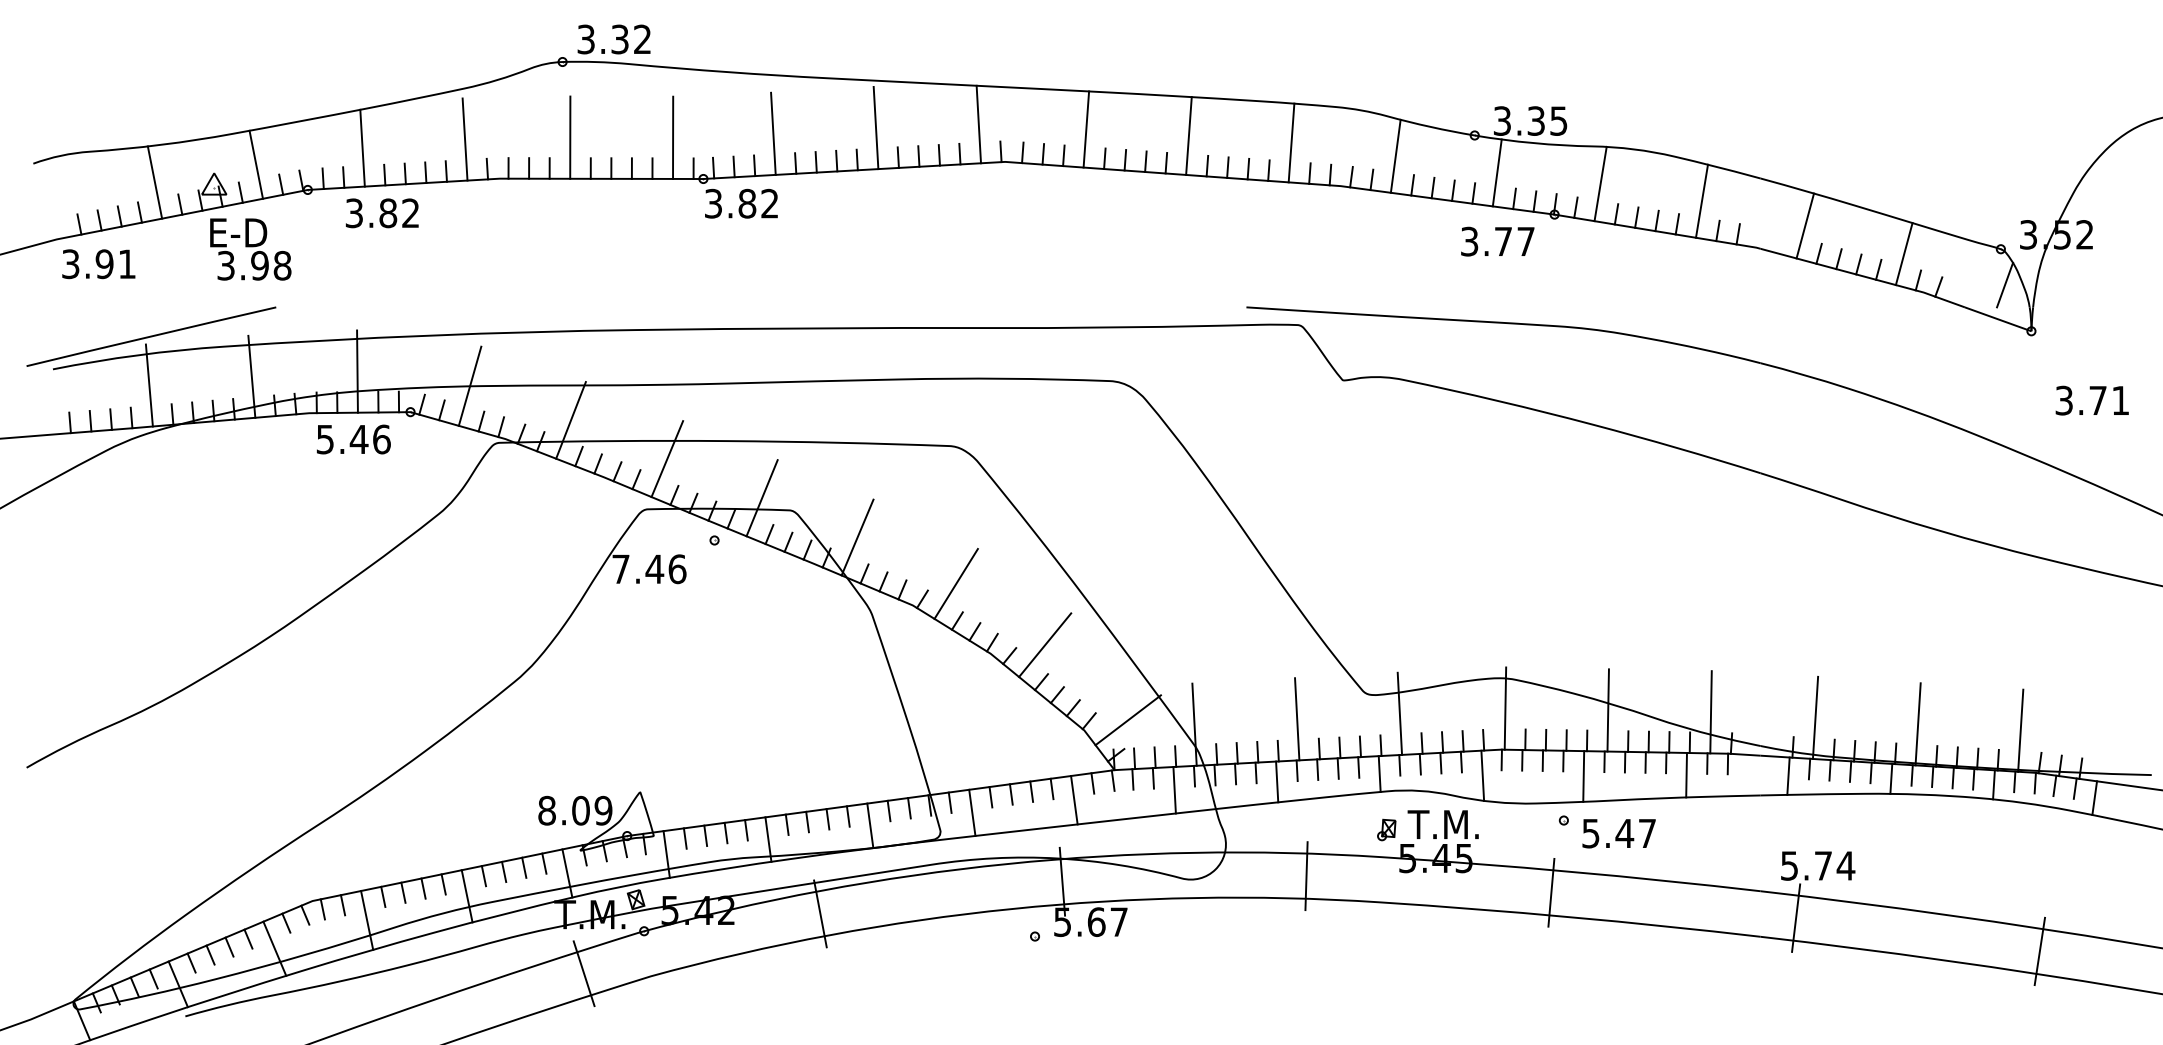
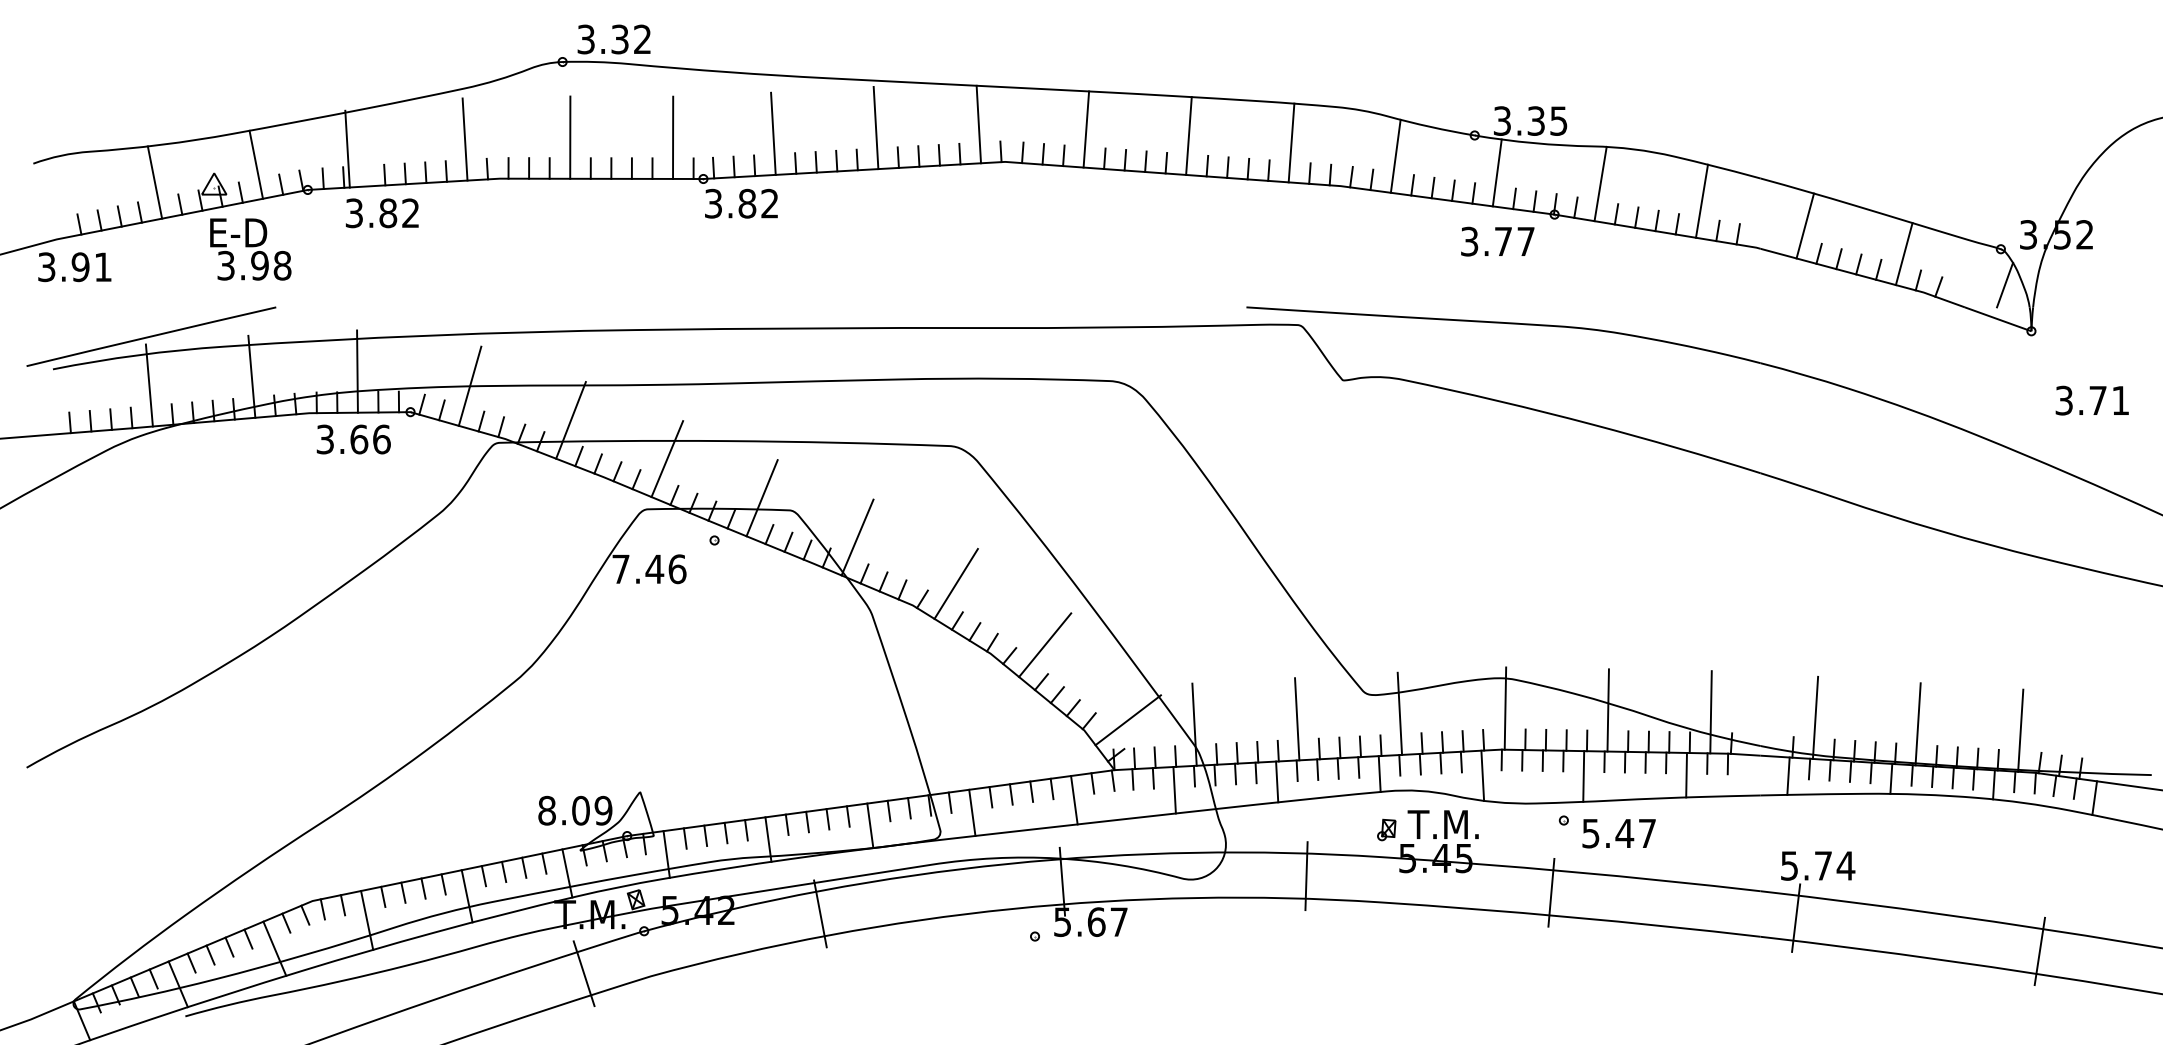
line at (362, 147) position: (362, 147) -> (347, 148)
text at (98, 264) position: (98, 264) -> (74, 267)
text at (342, 439): 5.46 -> 3.66
